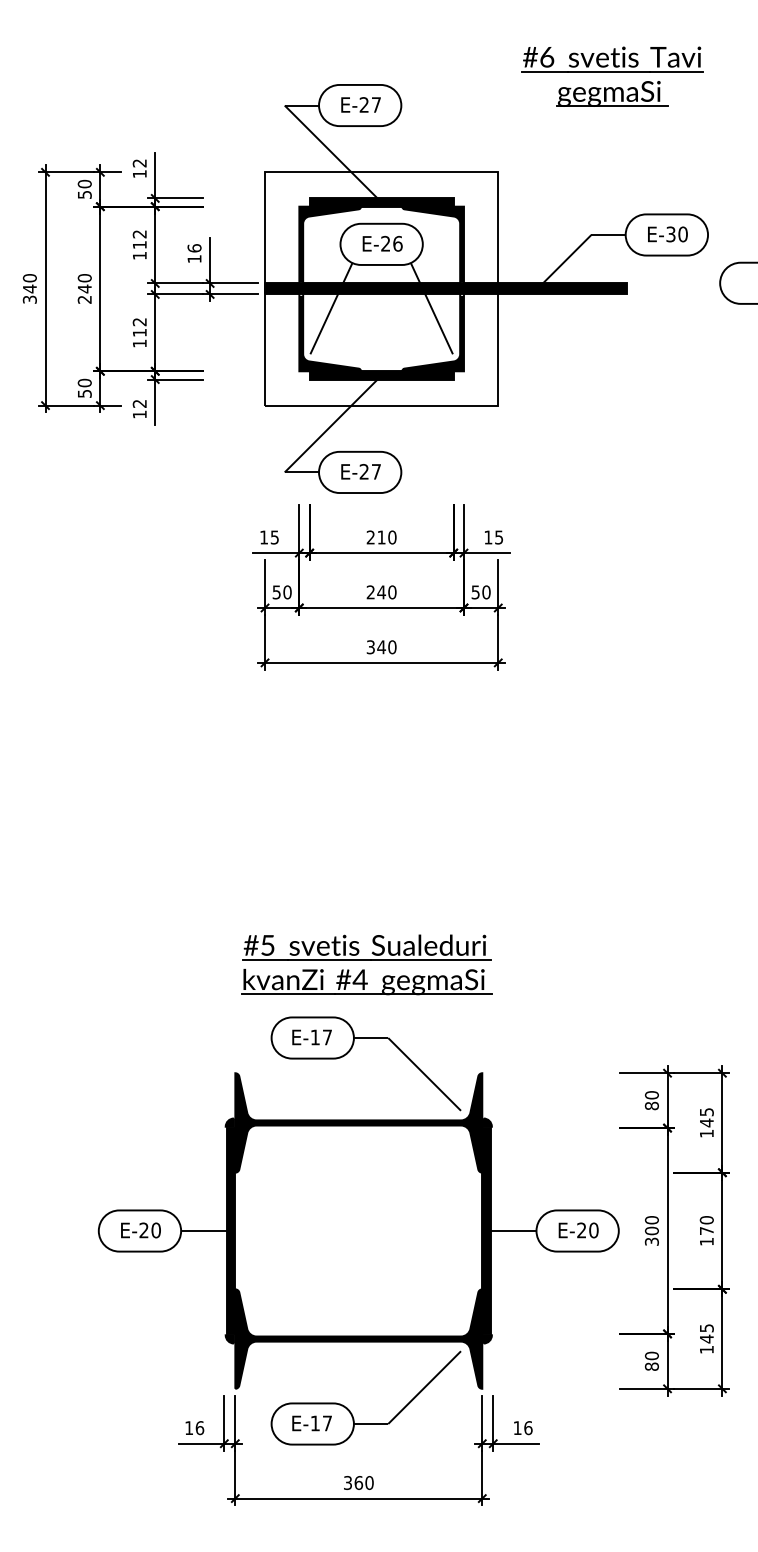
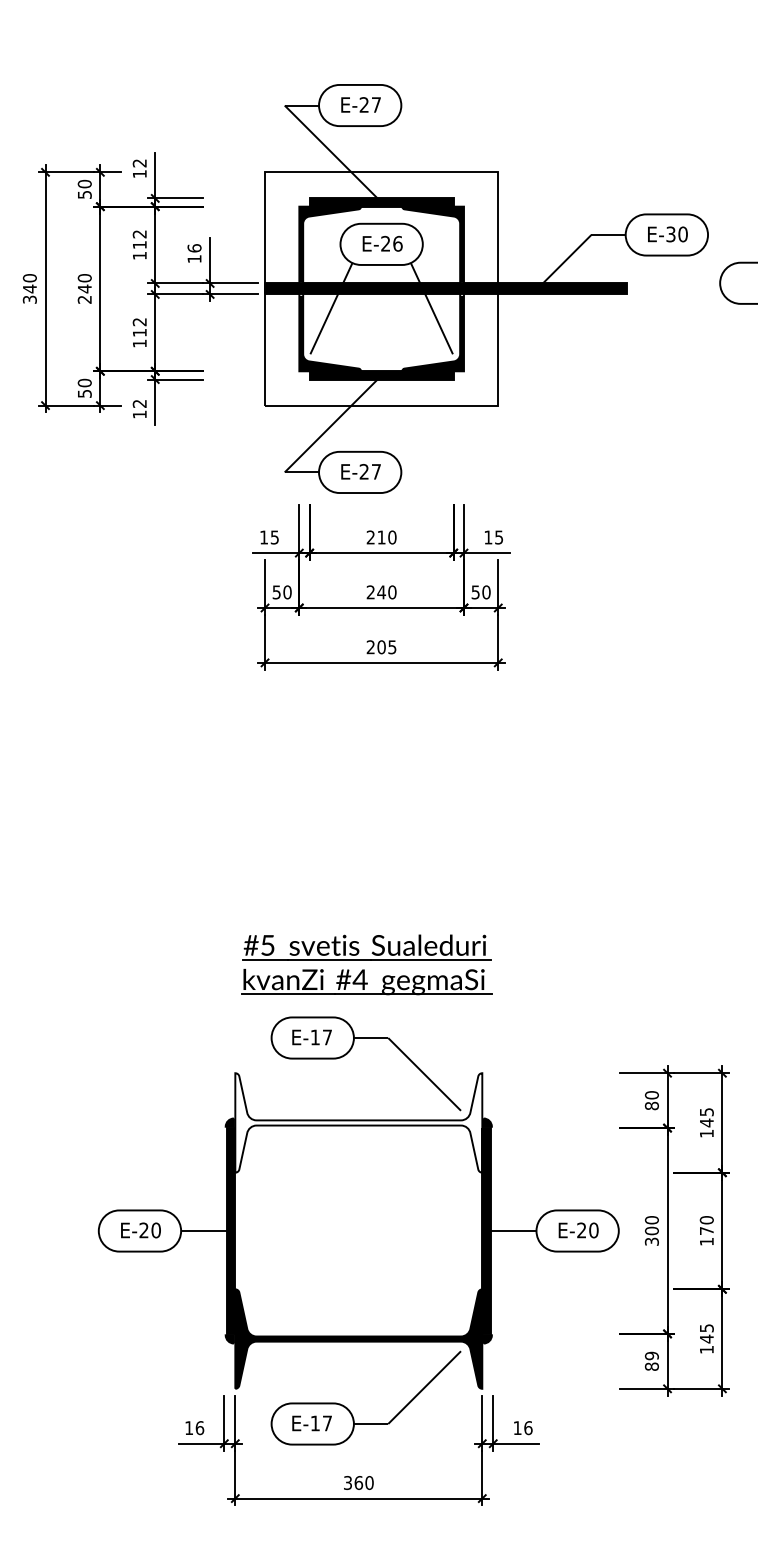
part at (612, 76): present -> none
text at (381, 647): 340 -> 205
fill at (358, 1122): present -> none
text at (651, 1355): 80 -> 89
